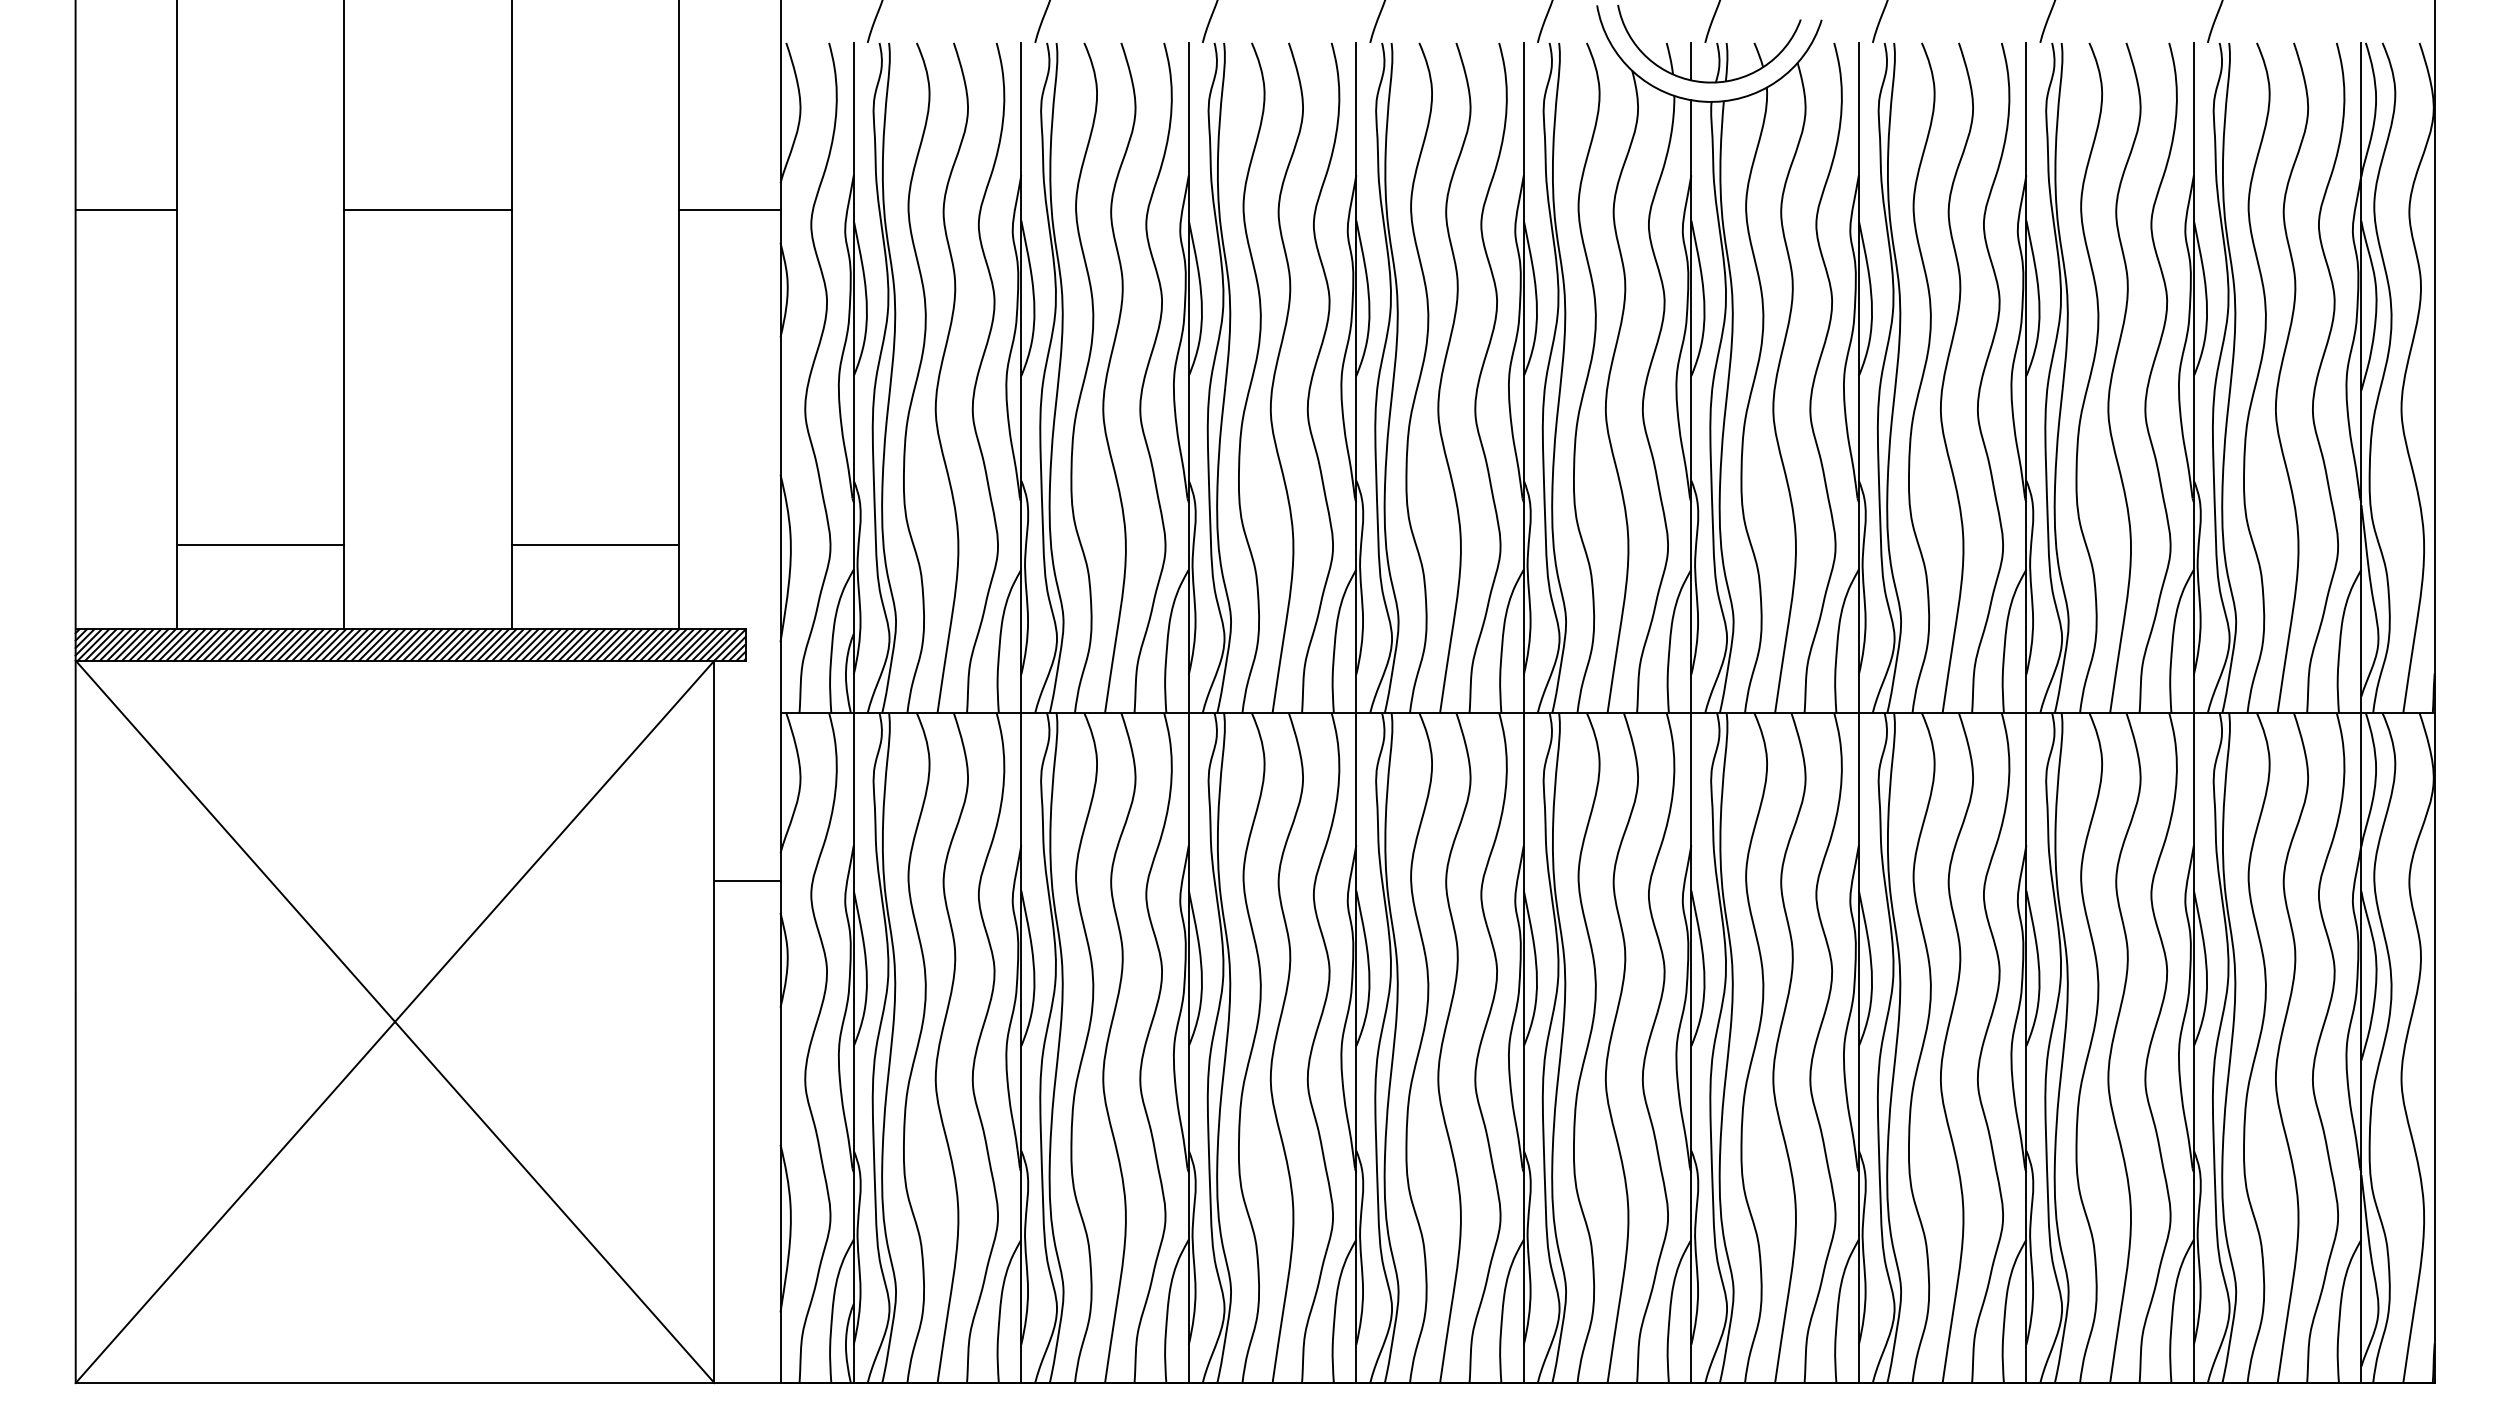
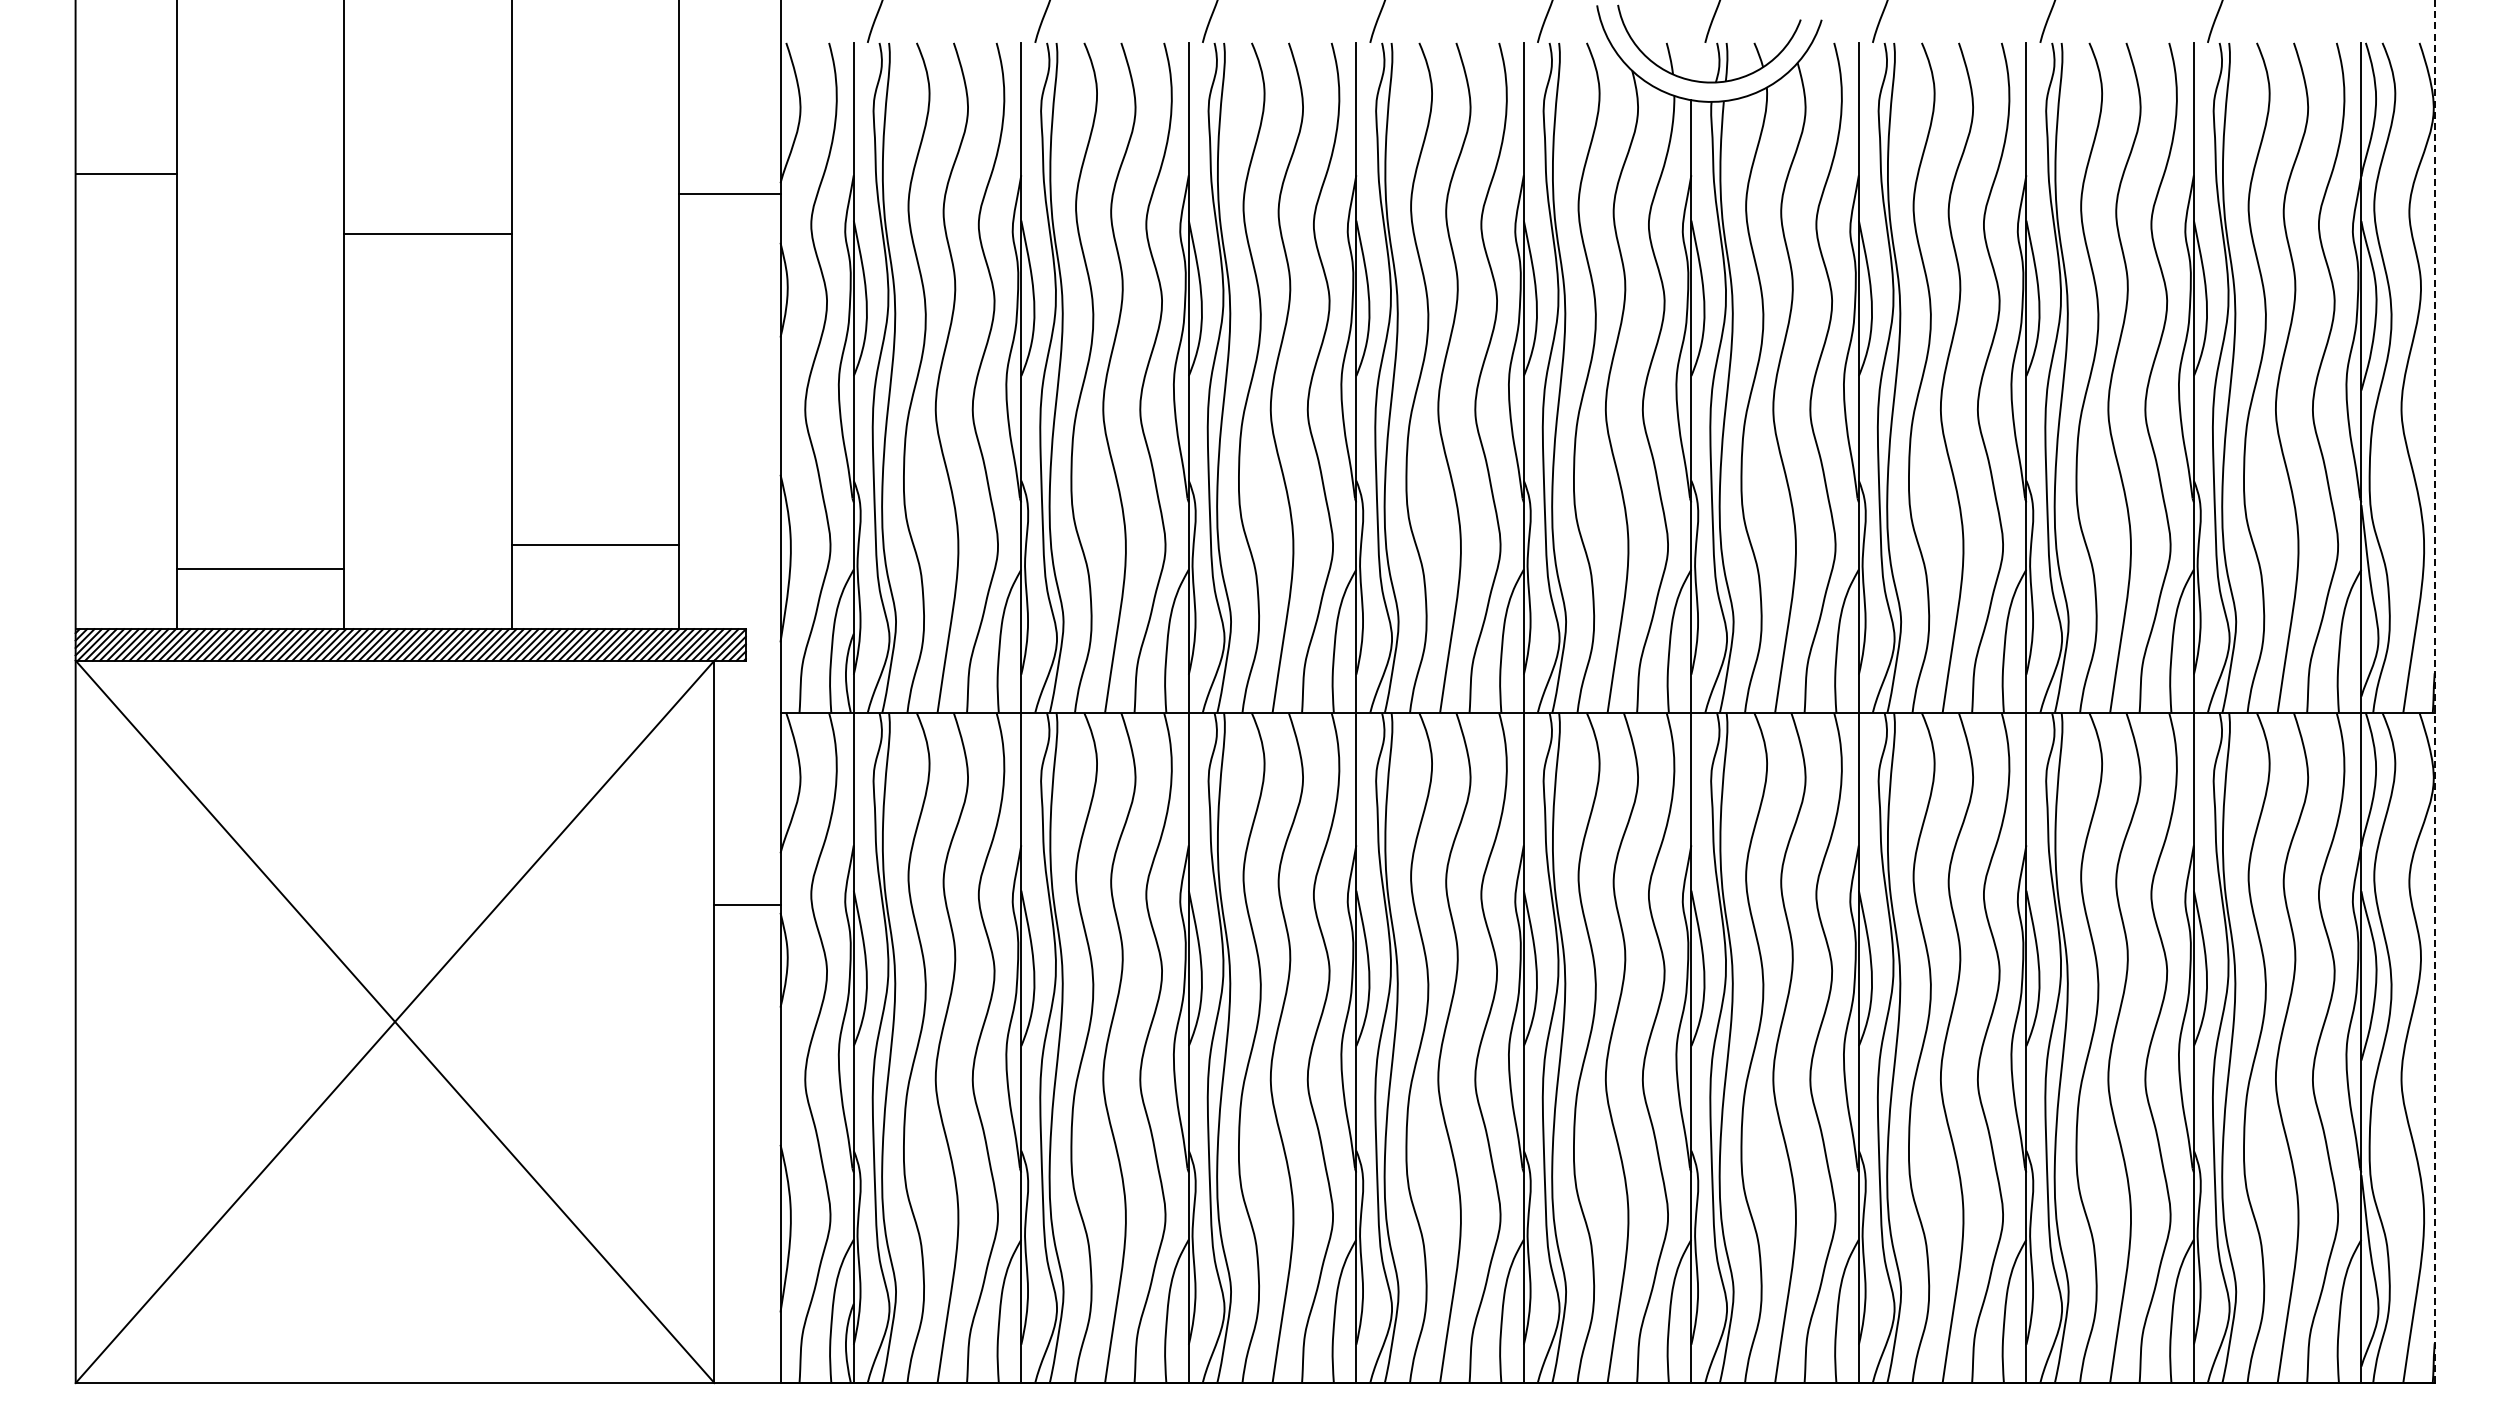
line at (1691, 61): present -> none
line at (125, 210) position: (125, 210) -> (125, 174)
line at (427, 210) position: (427, 210) -> (427, 234)
line at (729, 210) position: (729, 210) -> (729, 194)
line at (260, 545) position: (260, 545) -> (260, 569)
line at (2434, 691): solid -> dashed
line at (747, 880) position: (747, 880) -> (747, 904)
